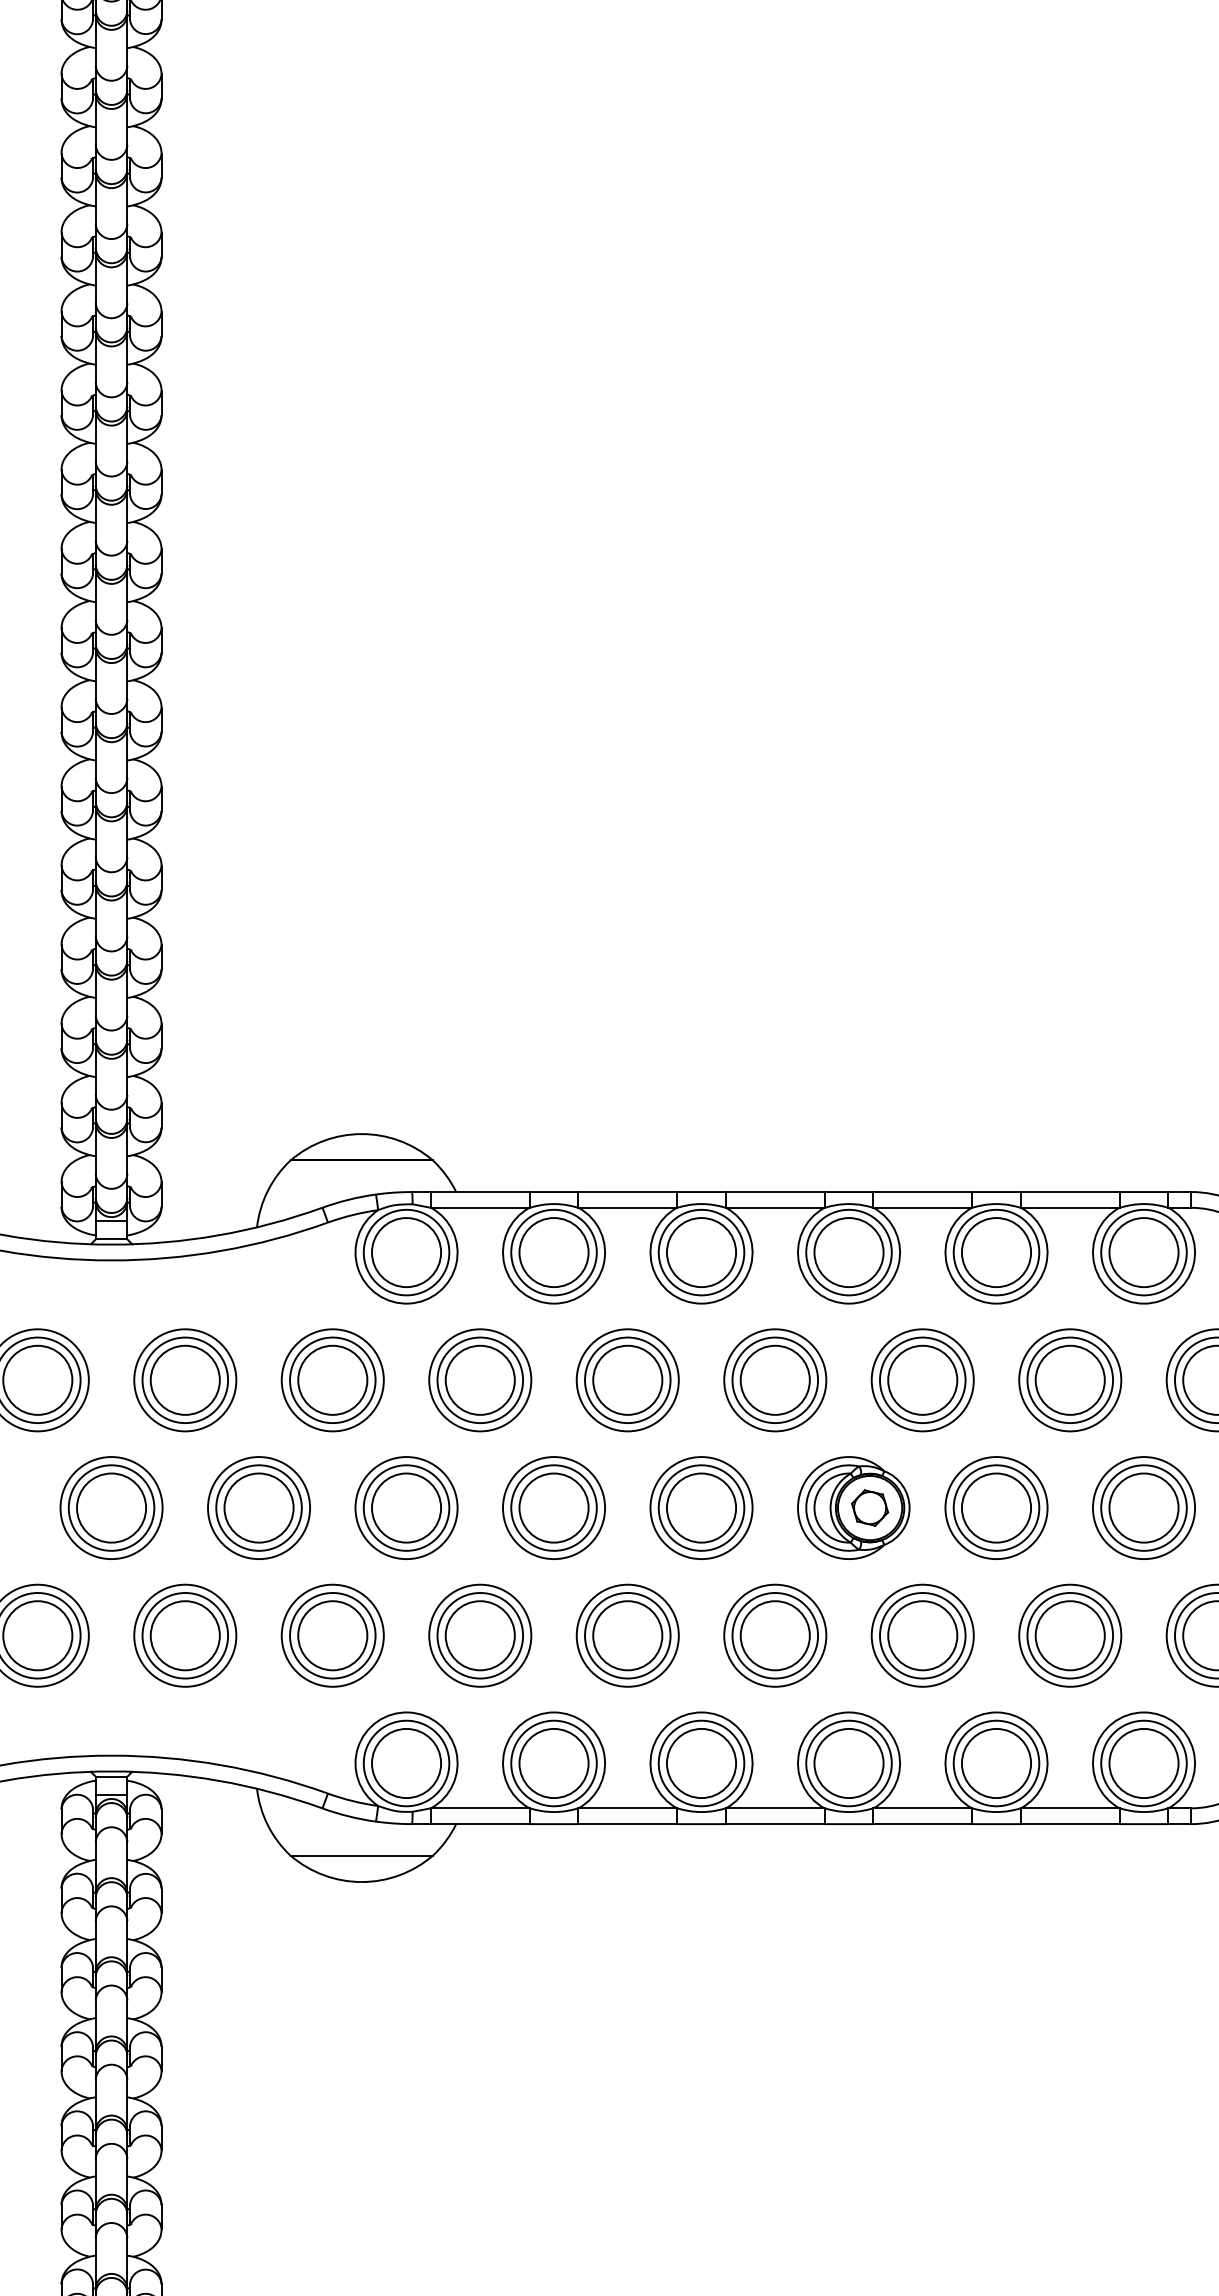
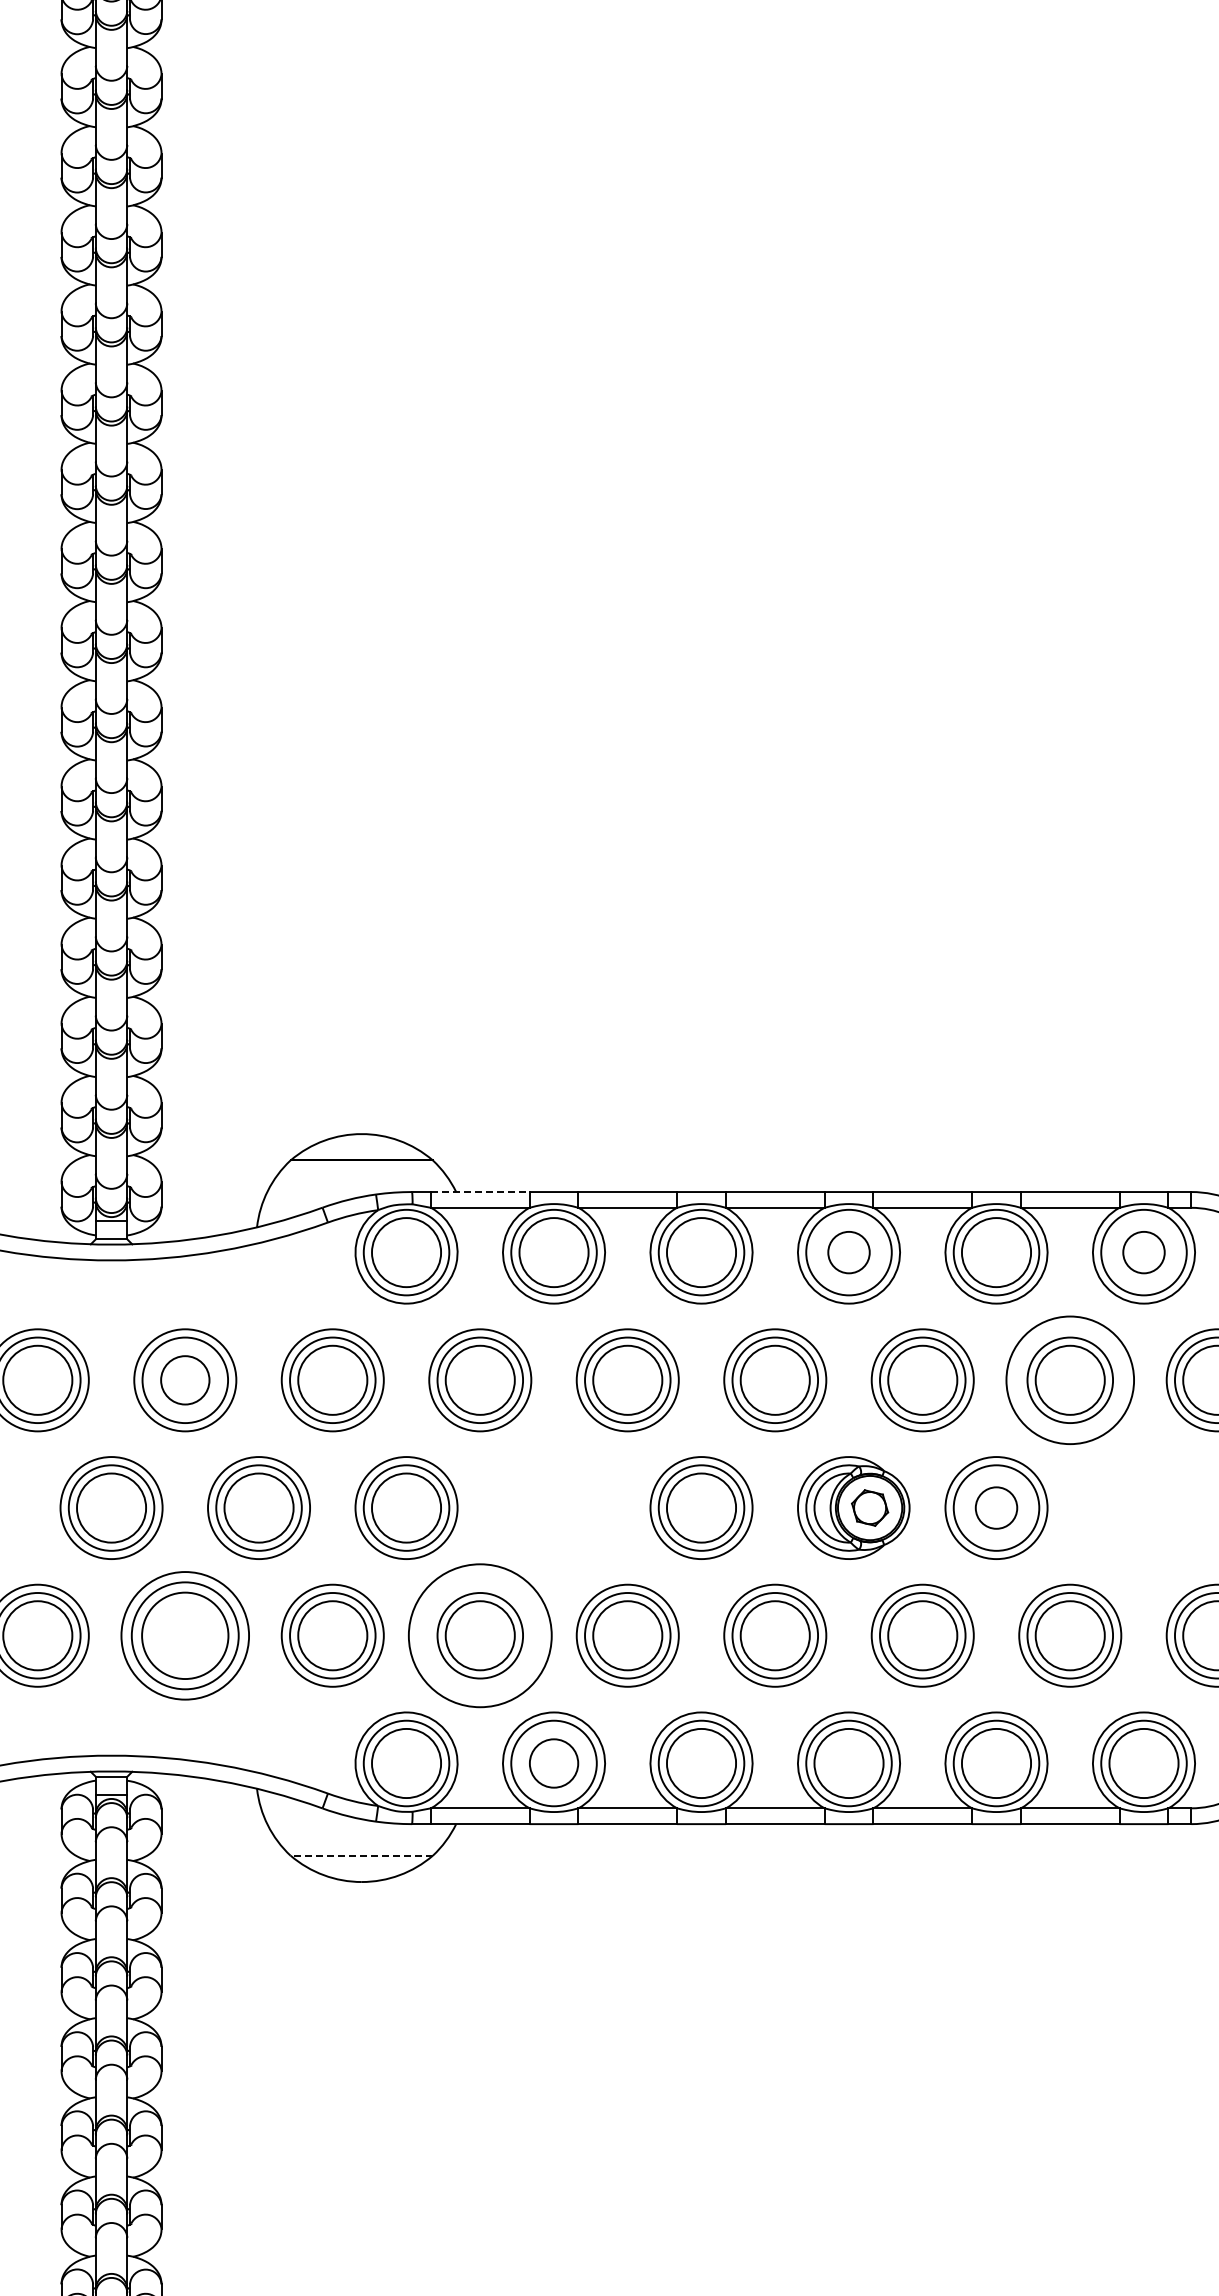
line at (480, 1192): solid -> dashed
circle at (848, 1252) diameter: 69 px -> 41 px
circle at (1143, 1252) diameter: 69 px -> 41 px
circle at (184, 1379) diameter: 69 px -> 48 px
circle at (1070, 1380) diameter: 102 px -> 128 px
part at (553, 1507): present -> none
circle at (996, 1507) diameter: 69 px -> 41 px
part at (1143, 1507): present -> none
part at (185, 1635) size: 105x105 px -> 130x130 px
circle at (480, 1635) diameter: 102 px -> 143 px
circle at (553, 1763) diameter: 69 px -> 48 px
line at (361, 1855): solid -> dashed
